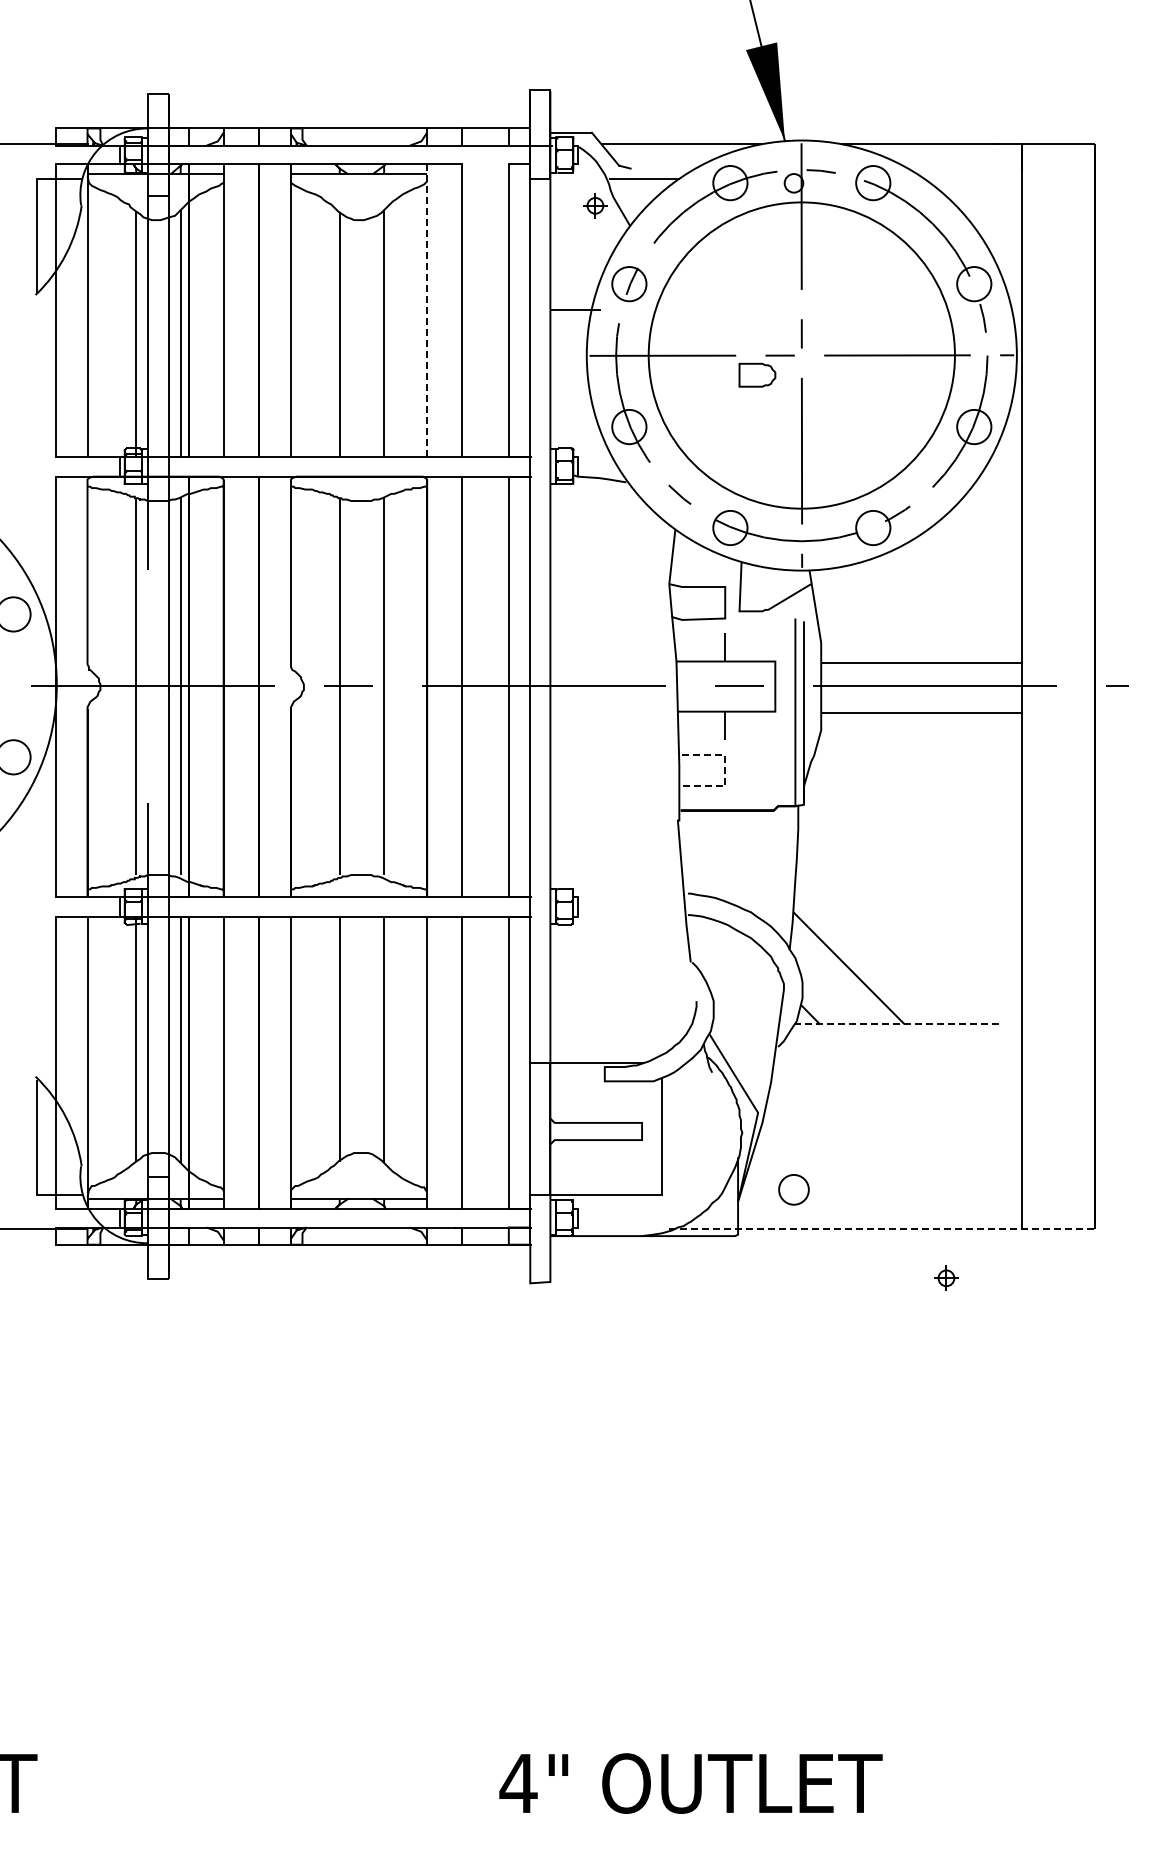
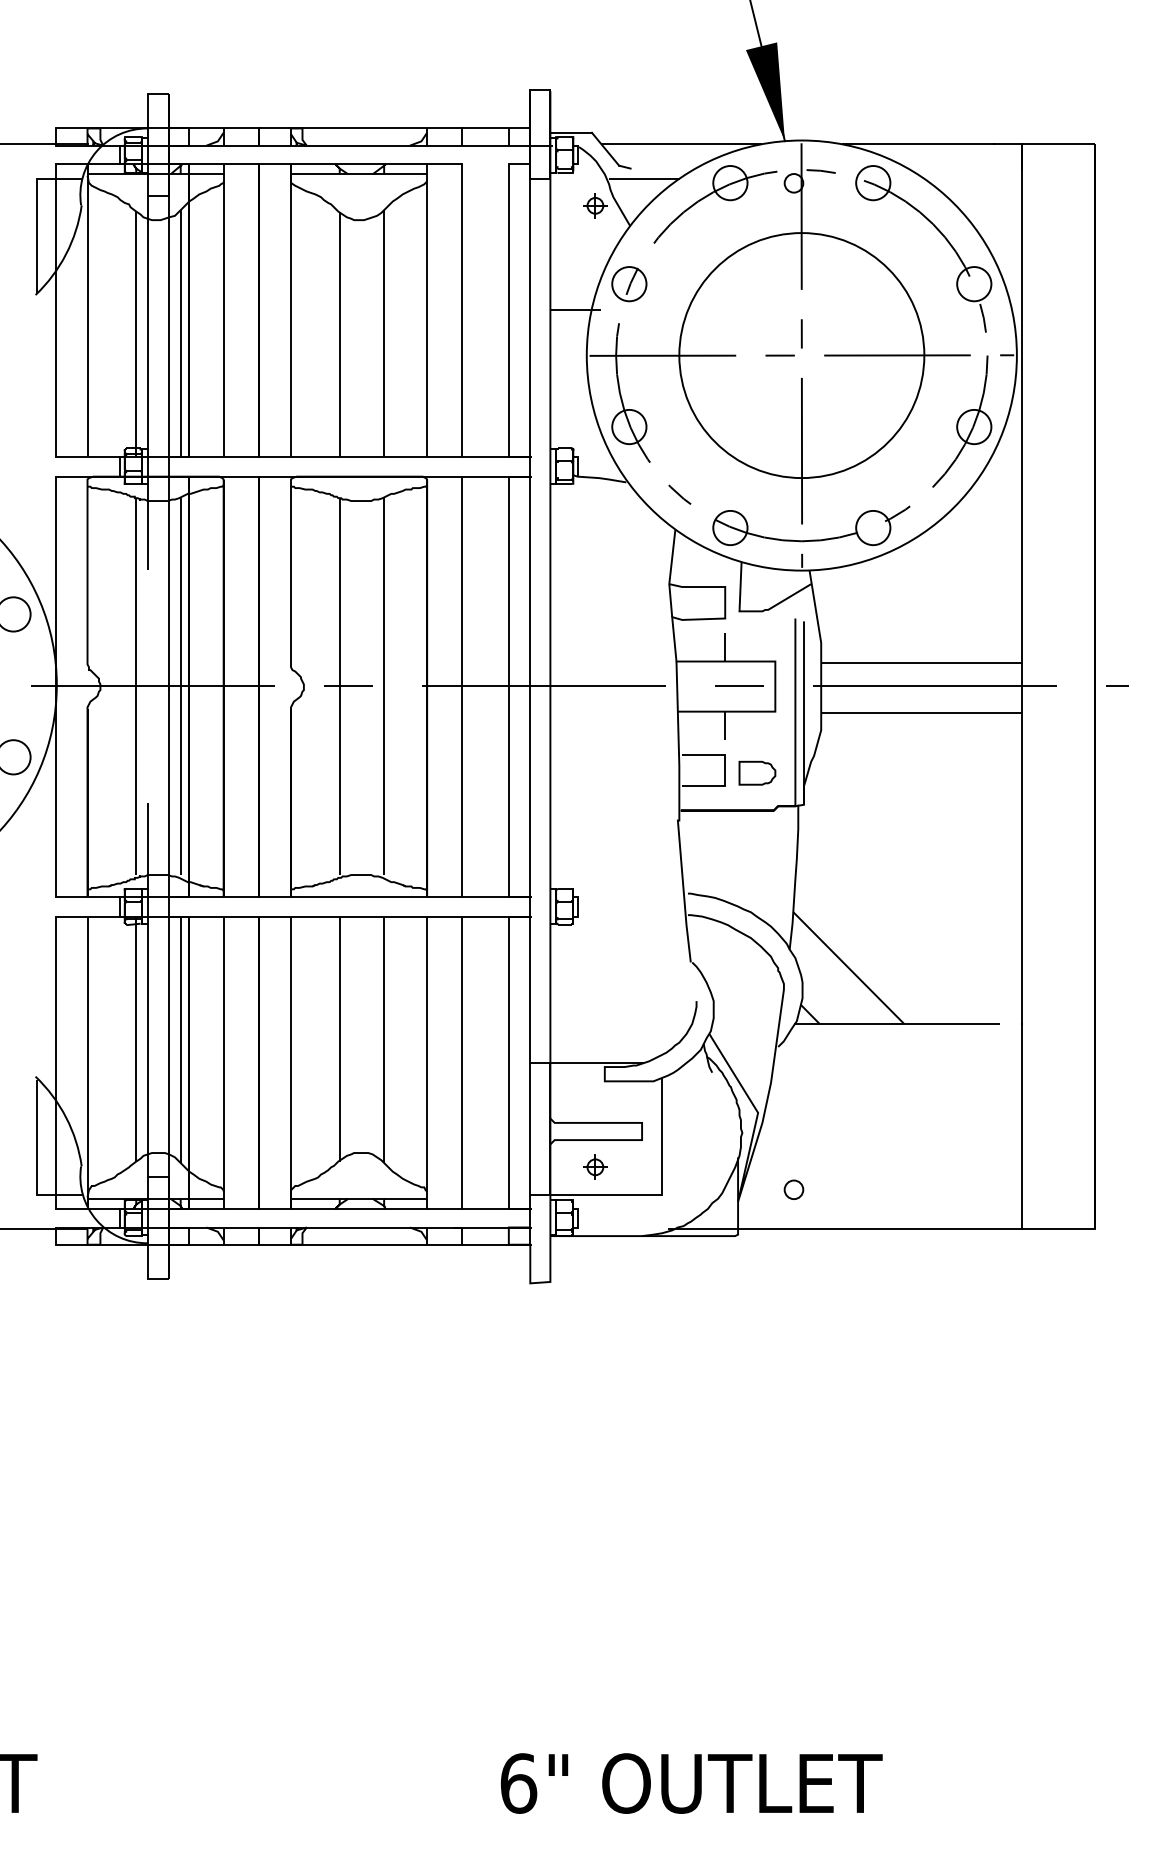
line at (427, 310): dashed -> solid
circle at (801, 355) diameter: 306 px -> 245 px
part at (757, 374) position: (757, 374) -> (757, 772)
line at (725, 770): dashed -> solid
line at (896, 1024): dashed -> solid
circle at (793, 1189) diameter: 30 px -> 19 px
line at (882, 1228): dashed -> solid
part at (946, 1277) position: (946, 1277) -> (595, 1166)
text at (518, 1783): 4" -> 6"
